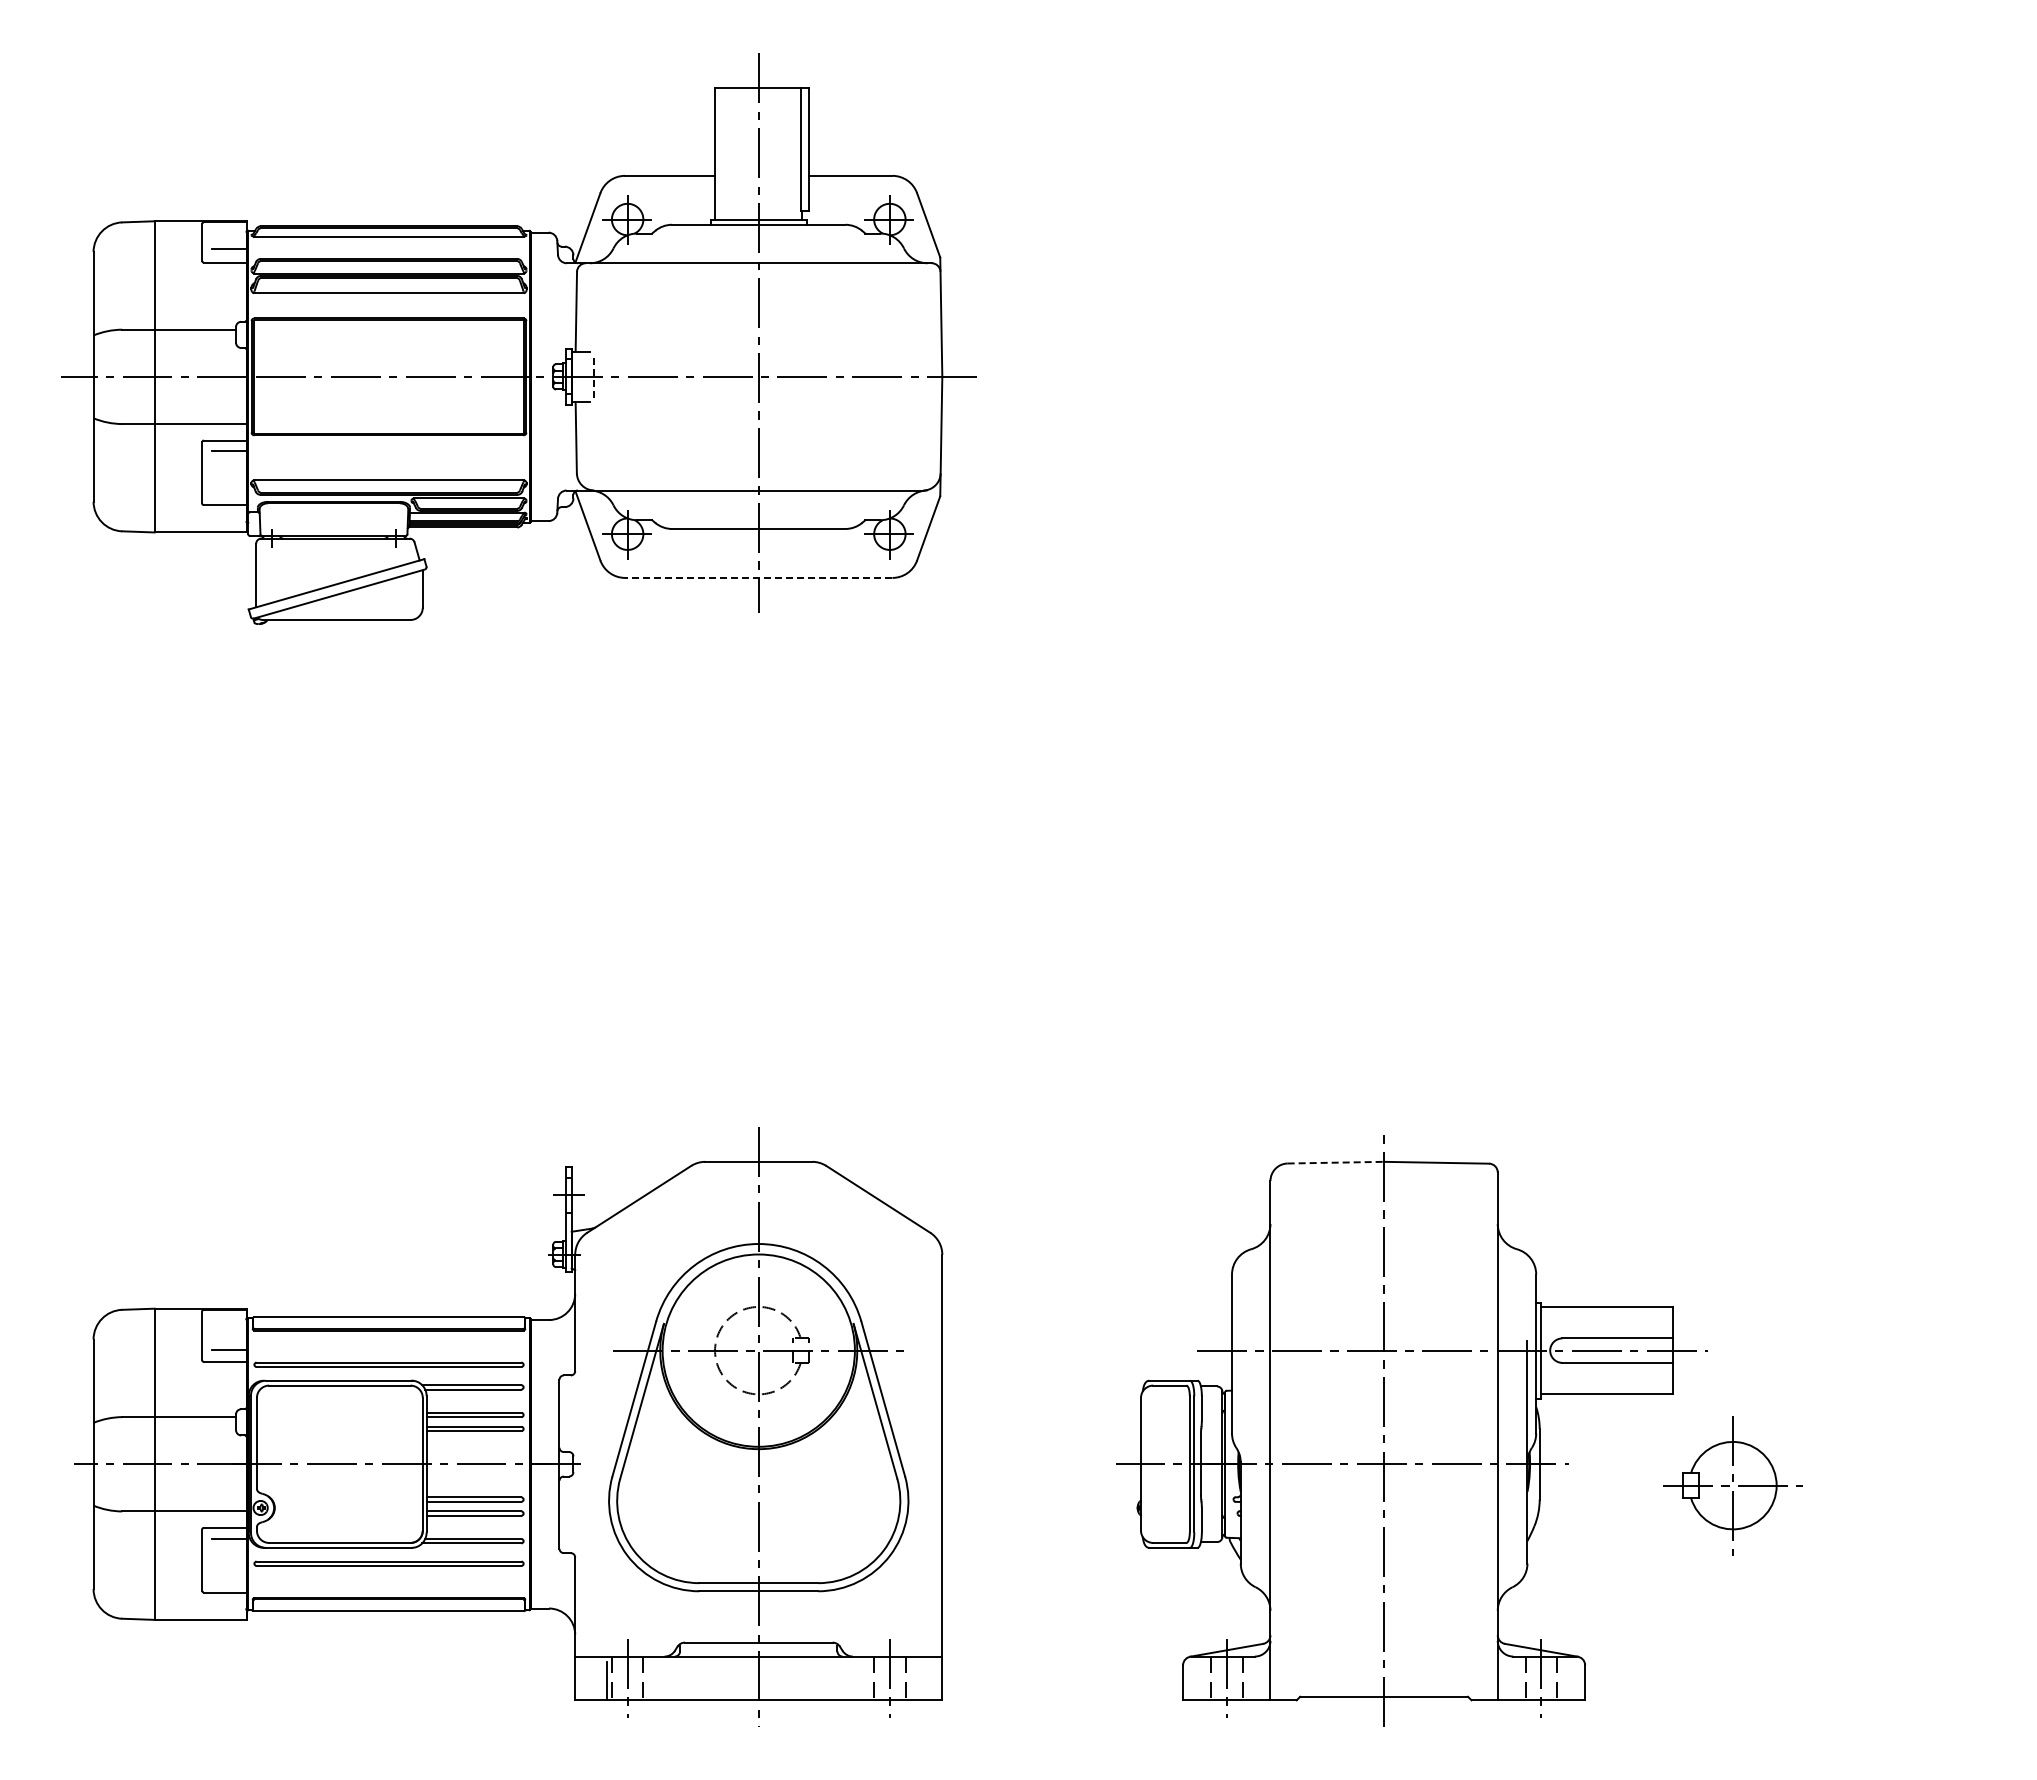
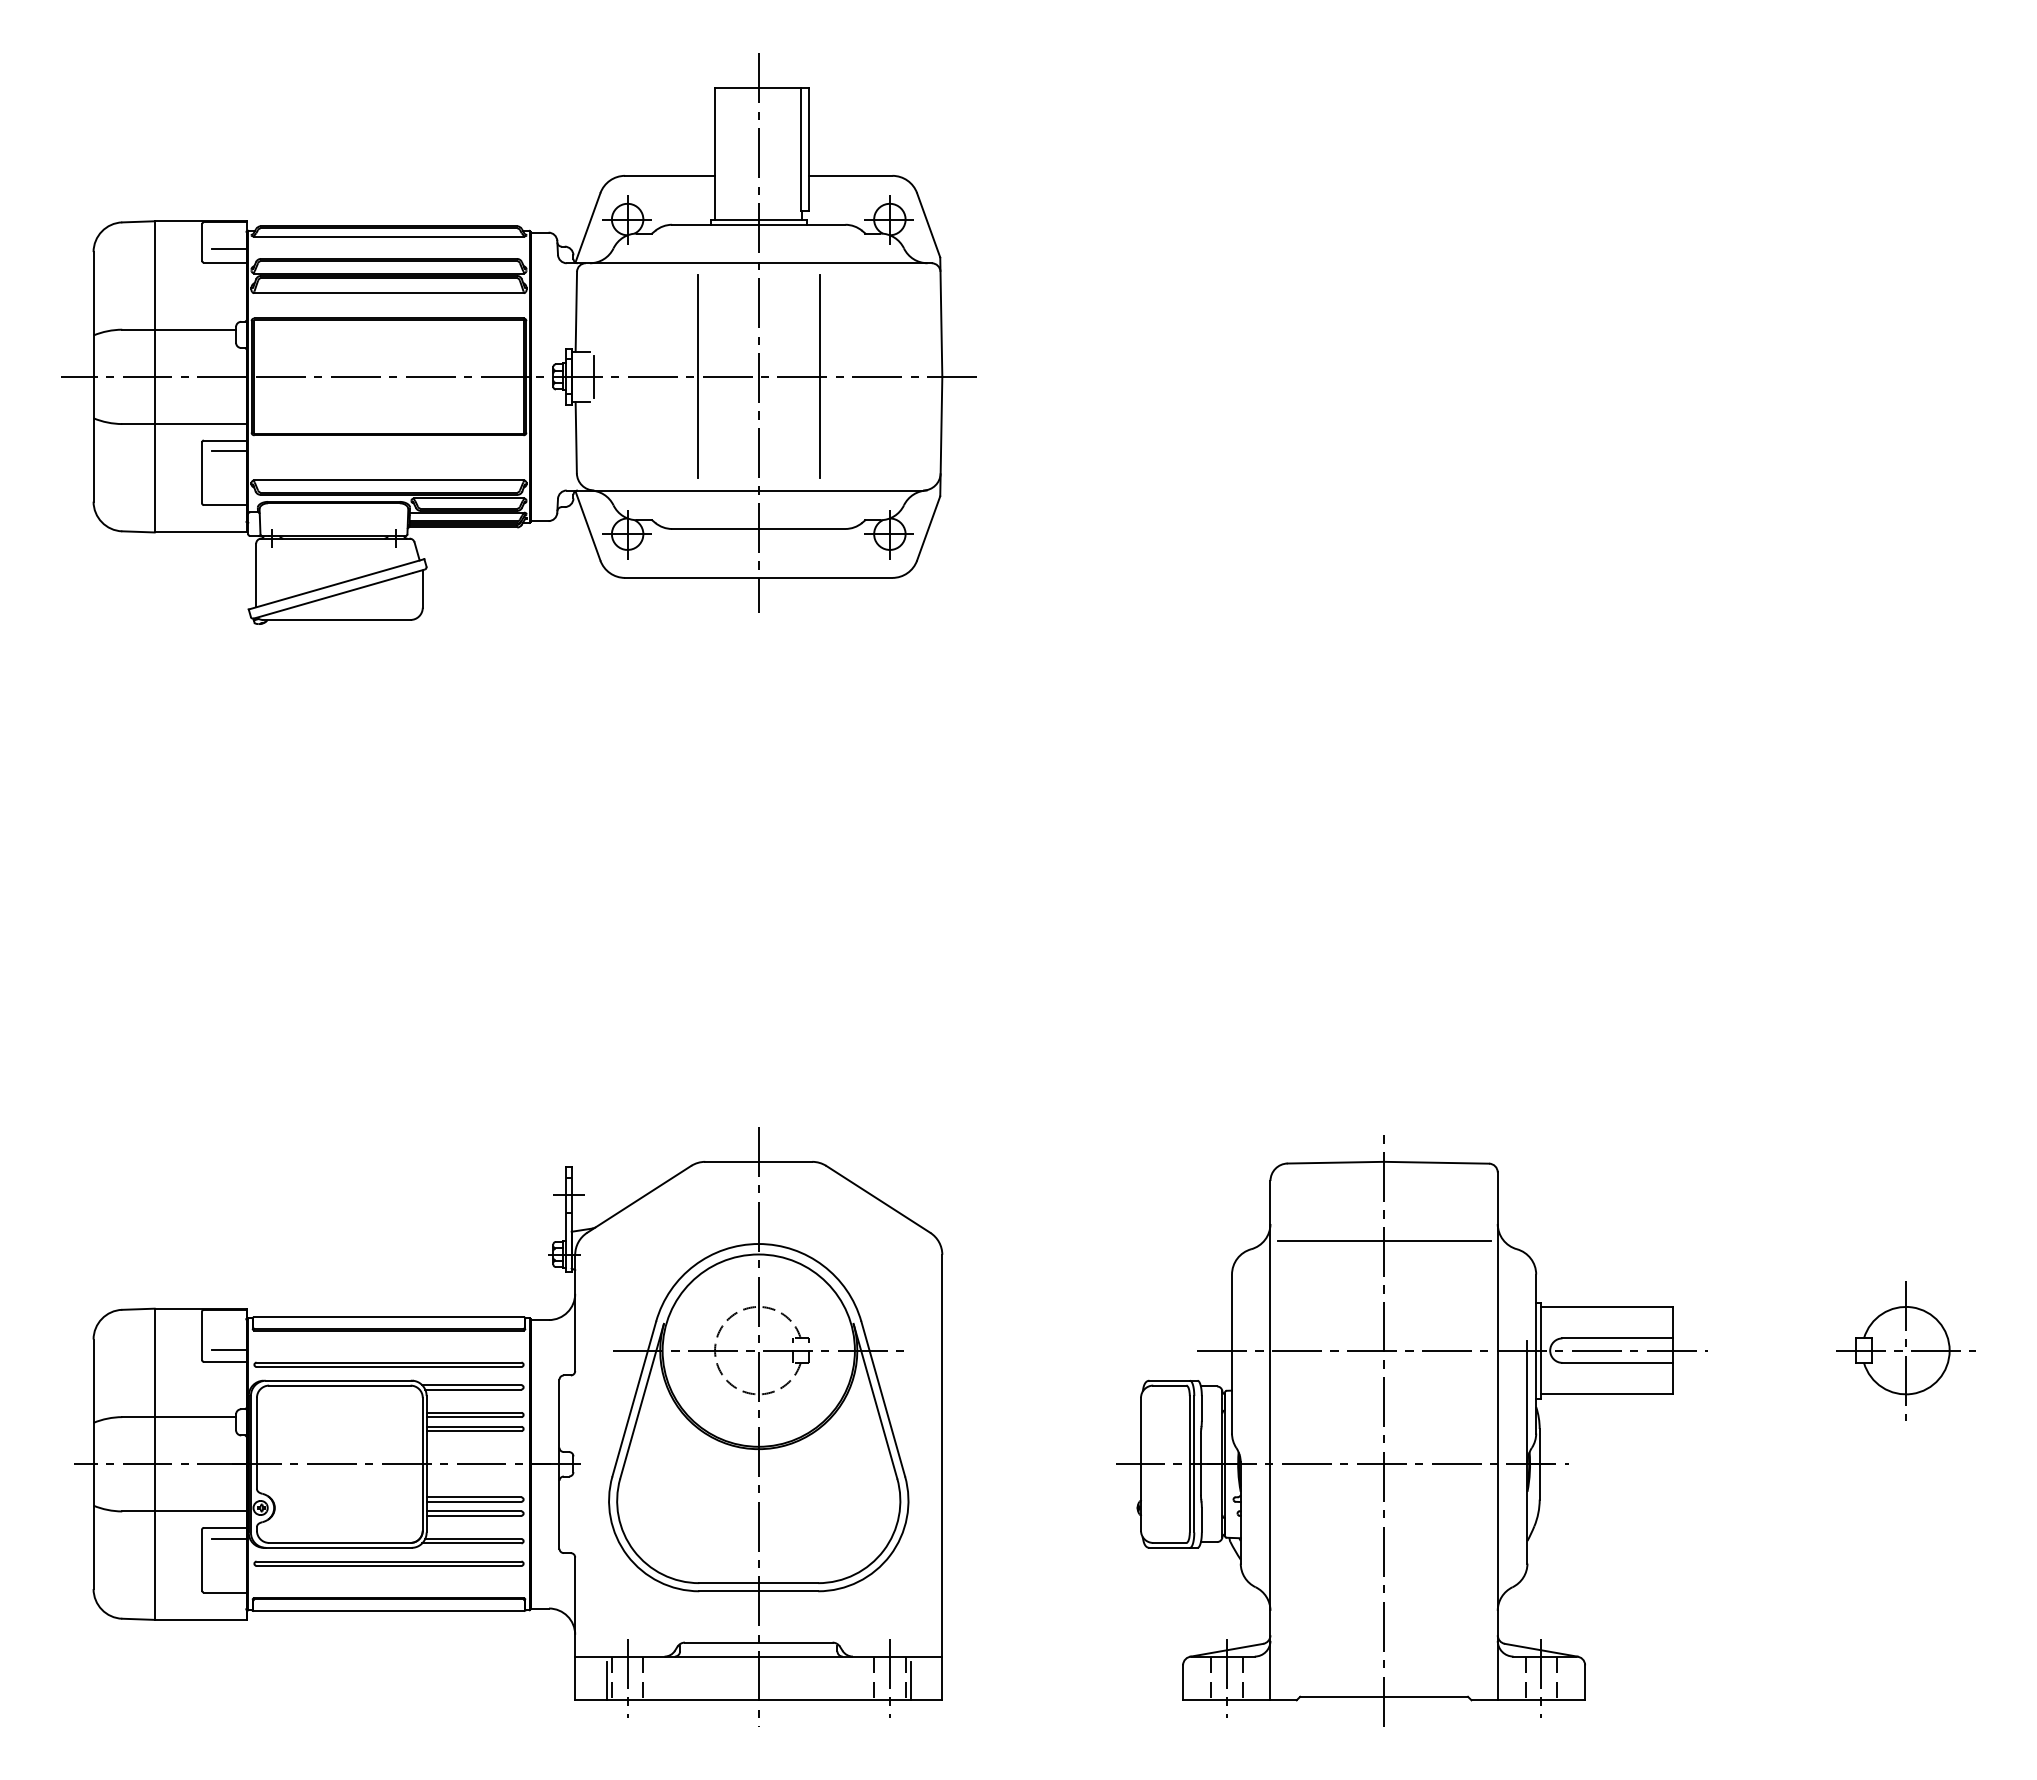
line at (594, 376): dashed -> solid
line at (697, 376): none -> present
line at (819, 376): none -> present
line at (758, 577): dashed -> solid
line at (1336, 1162): dashed -> solid
line at (1383, 1240): none -> present
part at (1732, 1485) position: (1732, 1485) -> (1905, 1350)
line at (910, 1680): none -> present
